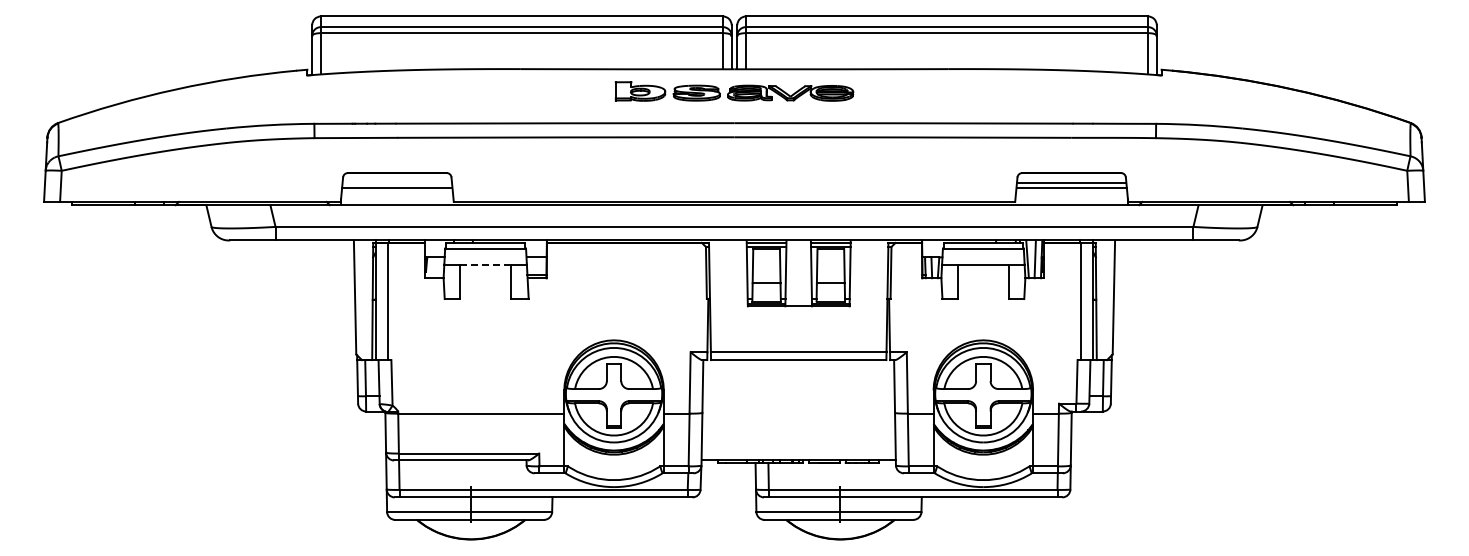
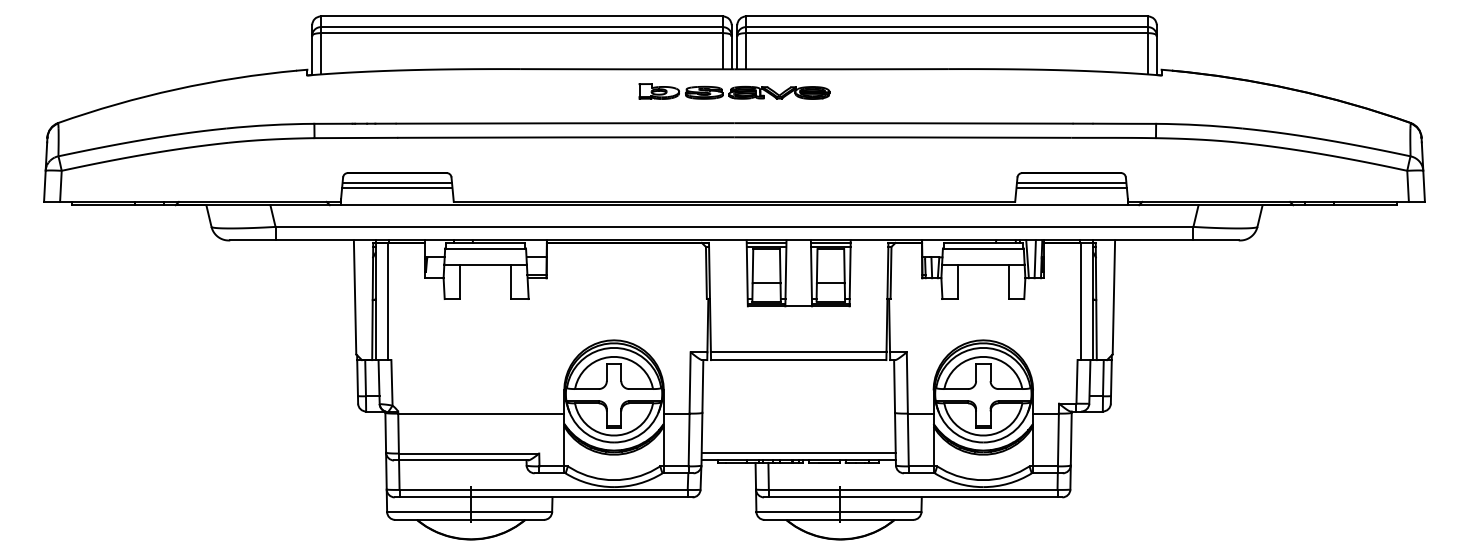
part at (734, 91) size: 241x21 px -> 193x17 px
line at (397, 182): none -> present
line at (485, 264): dashed -> solid
line at (798, 452): none -> present
